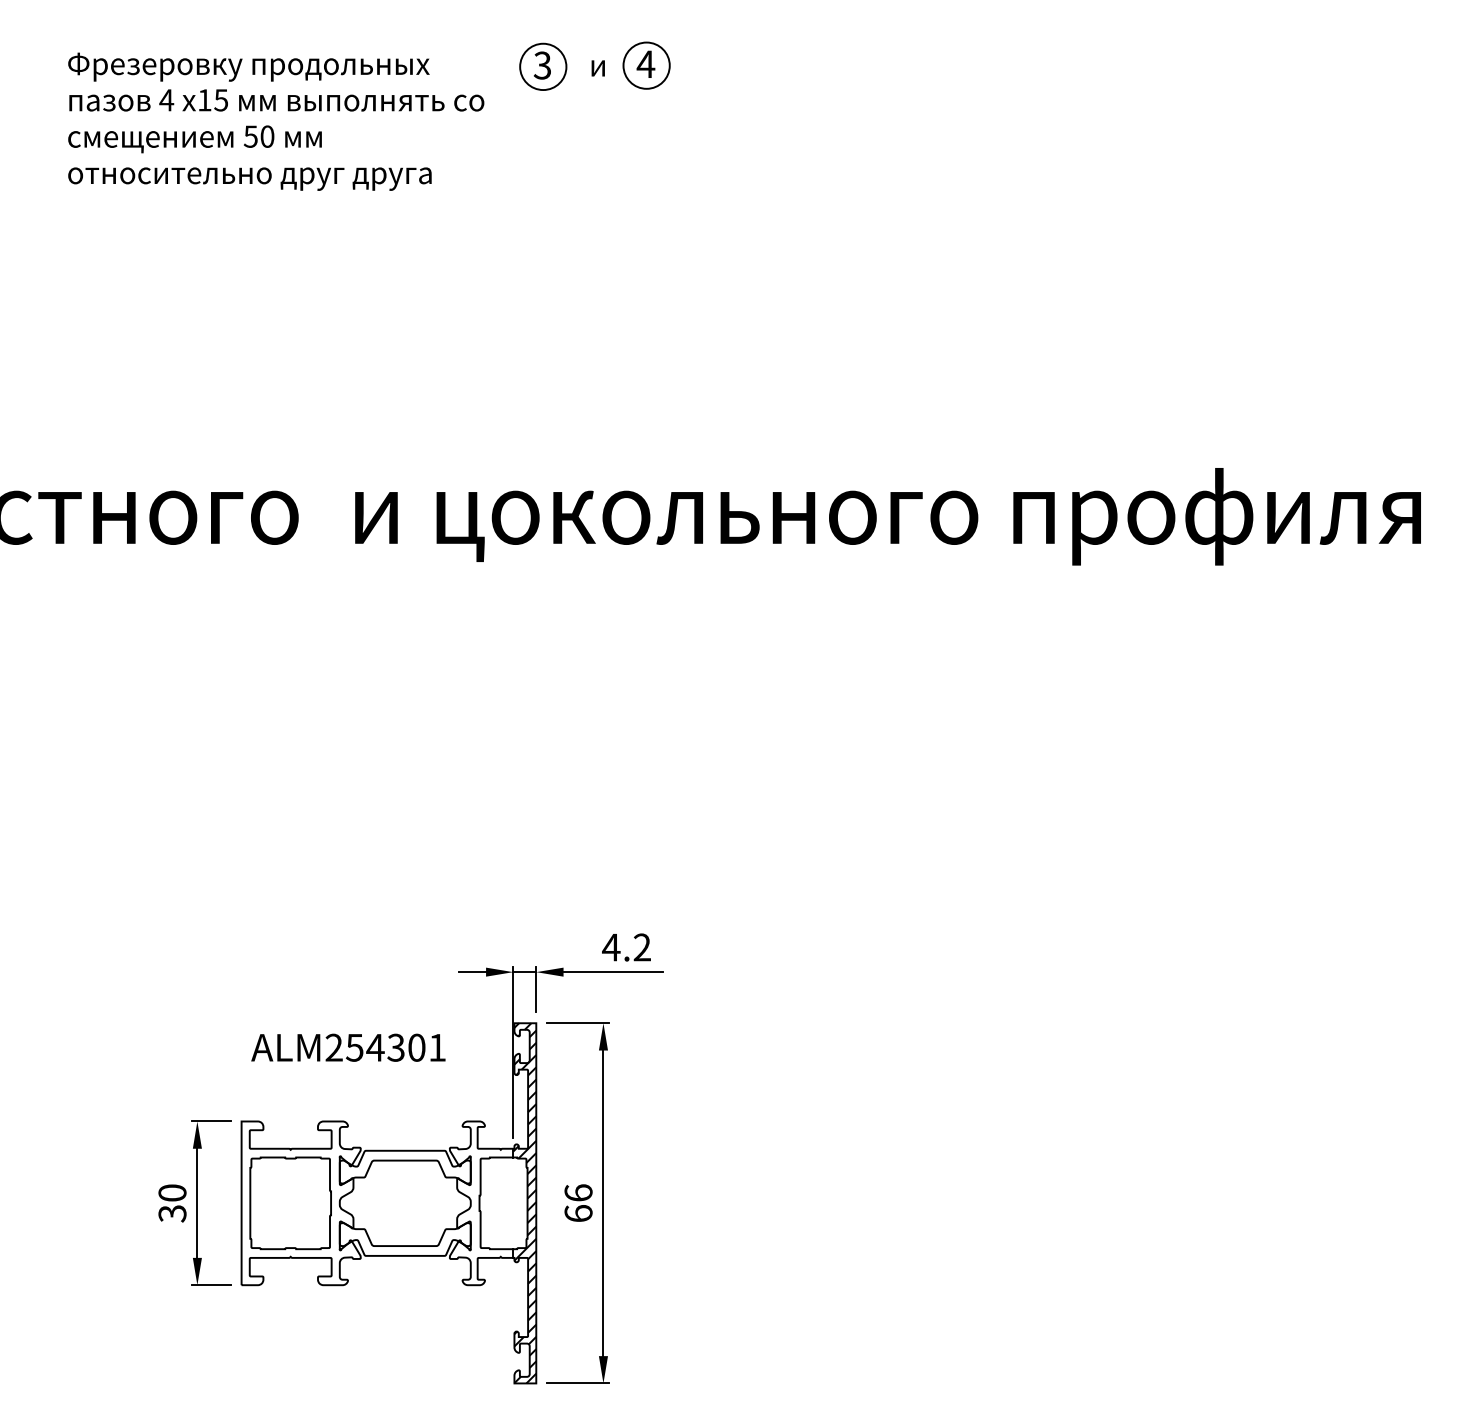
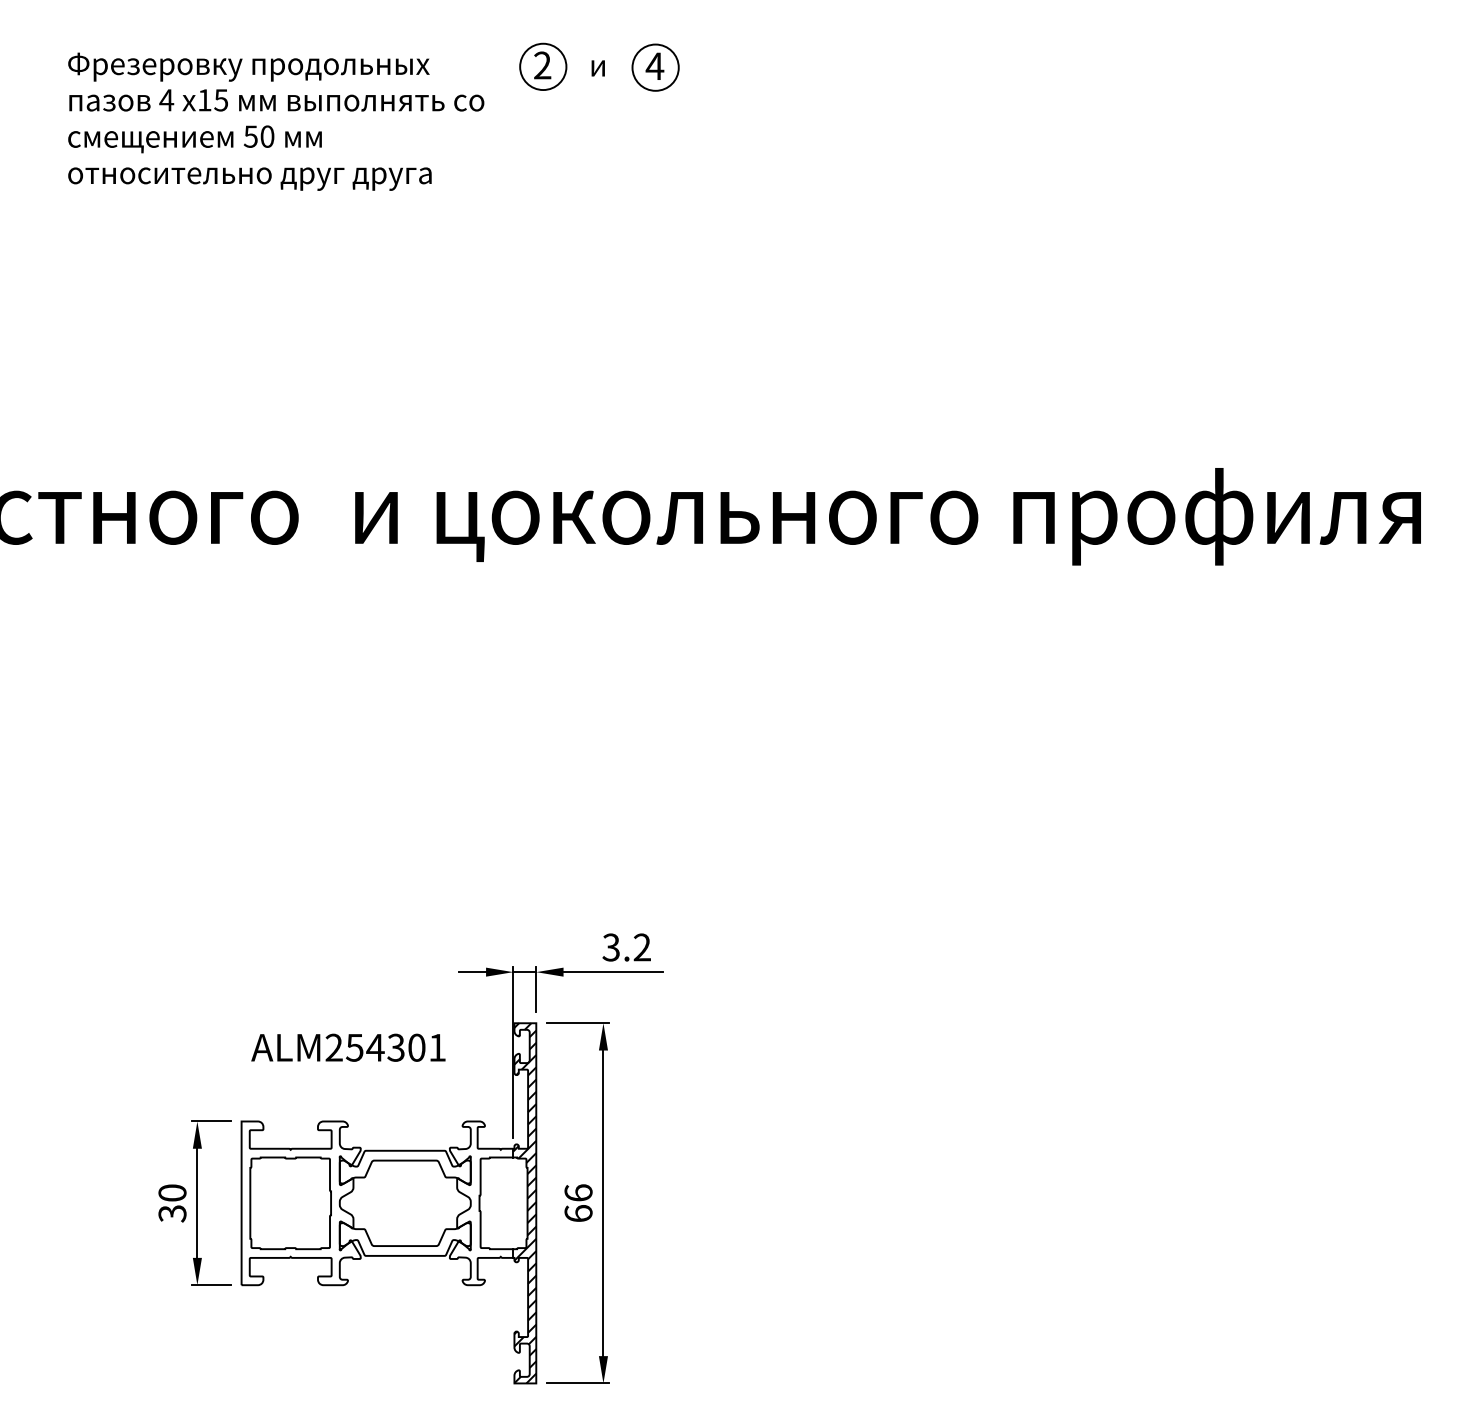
text at (542, 65): 3 -> 2
part at (646, 65) position: (646, 65) -> (655, 67)
text at (611, 947): 4.2 -> 3.2
